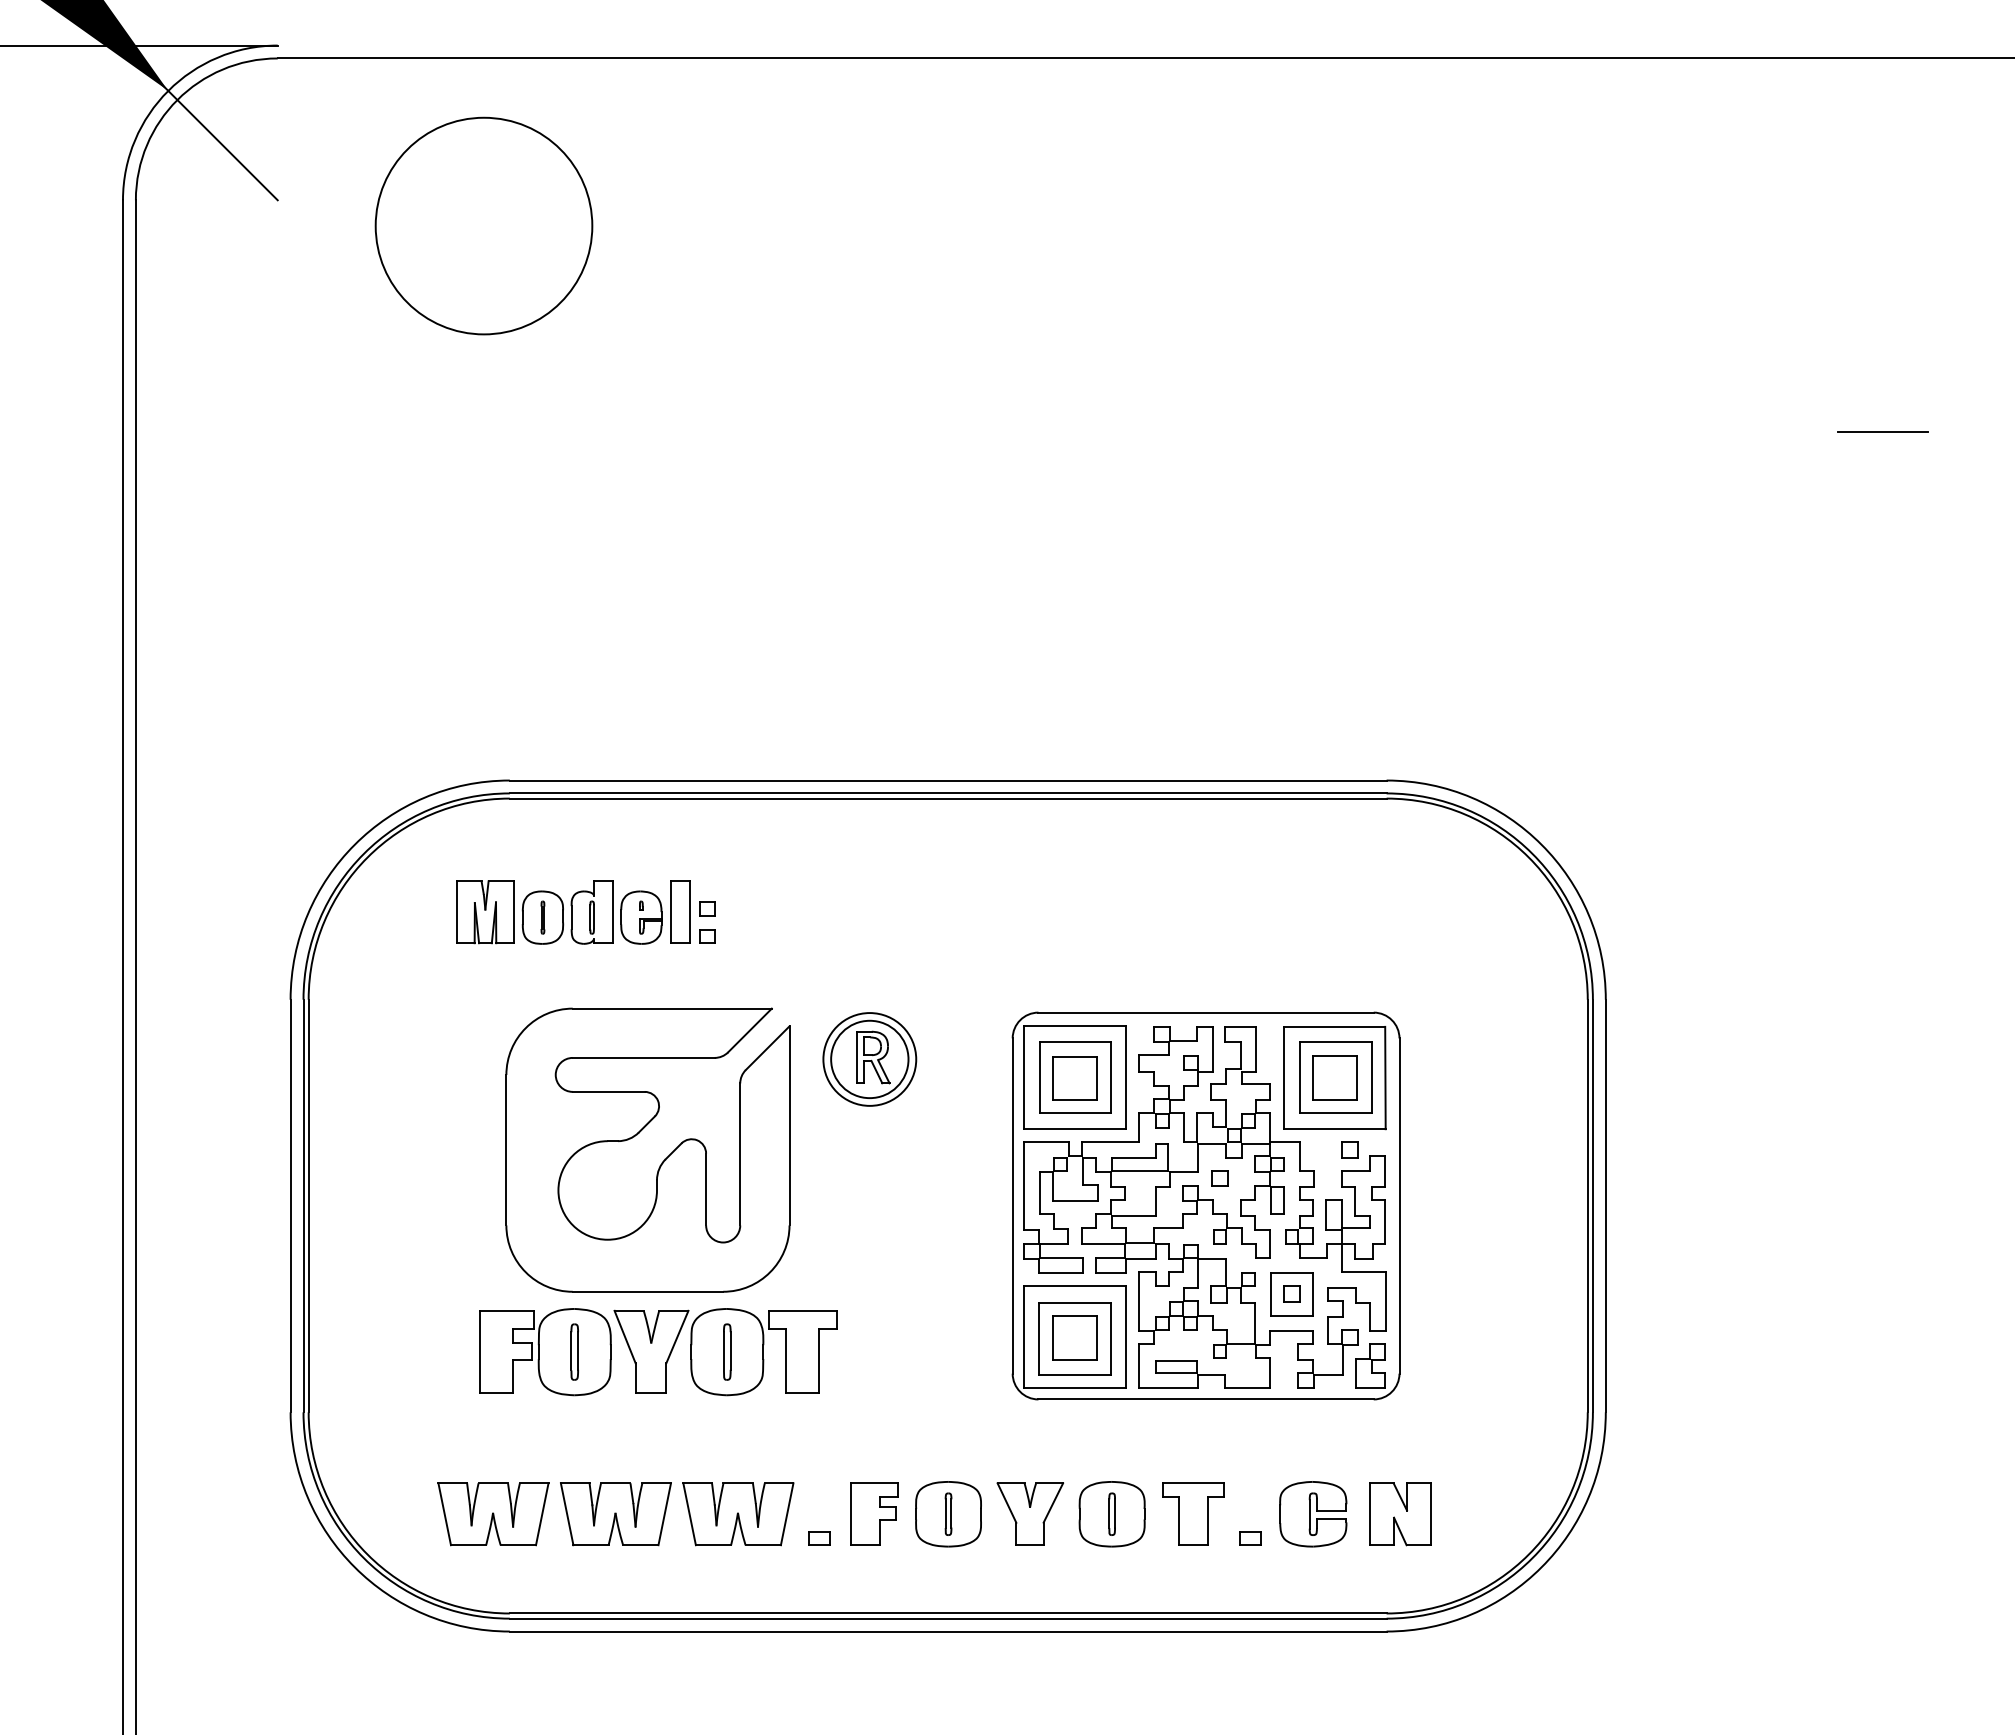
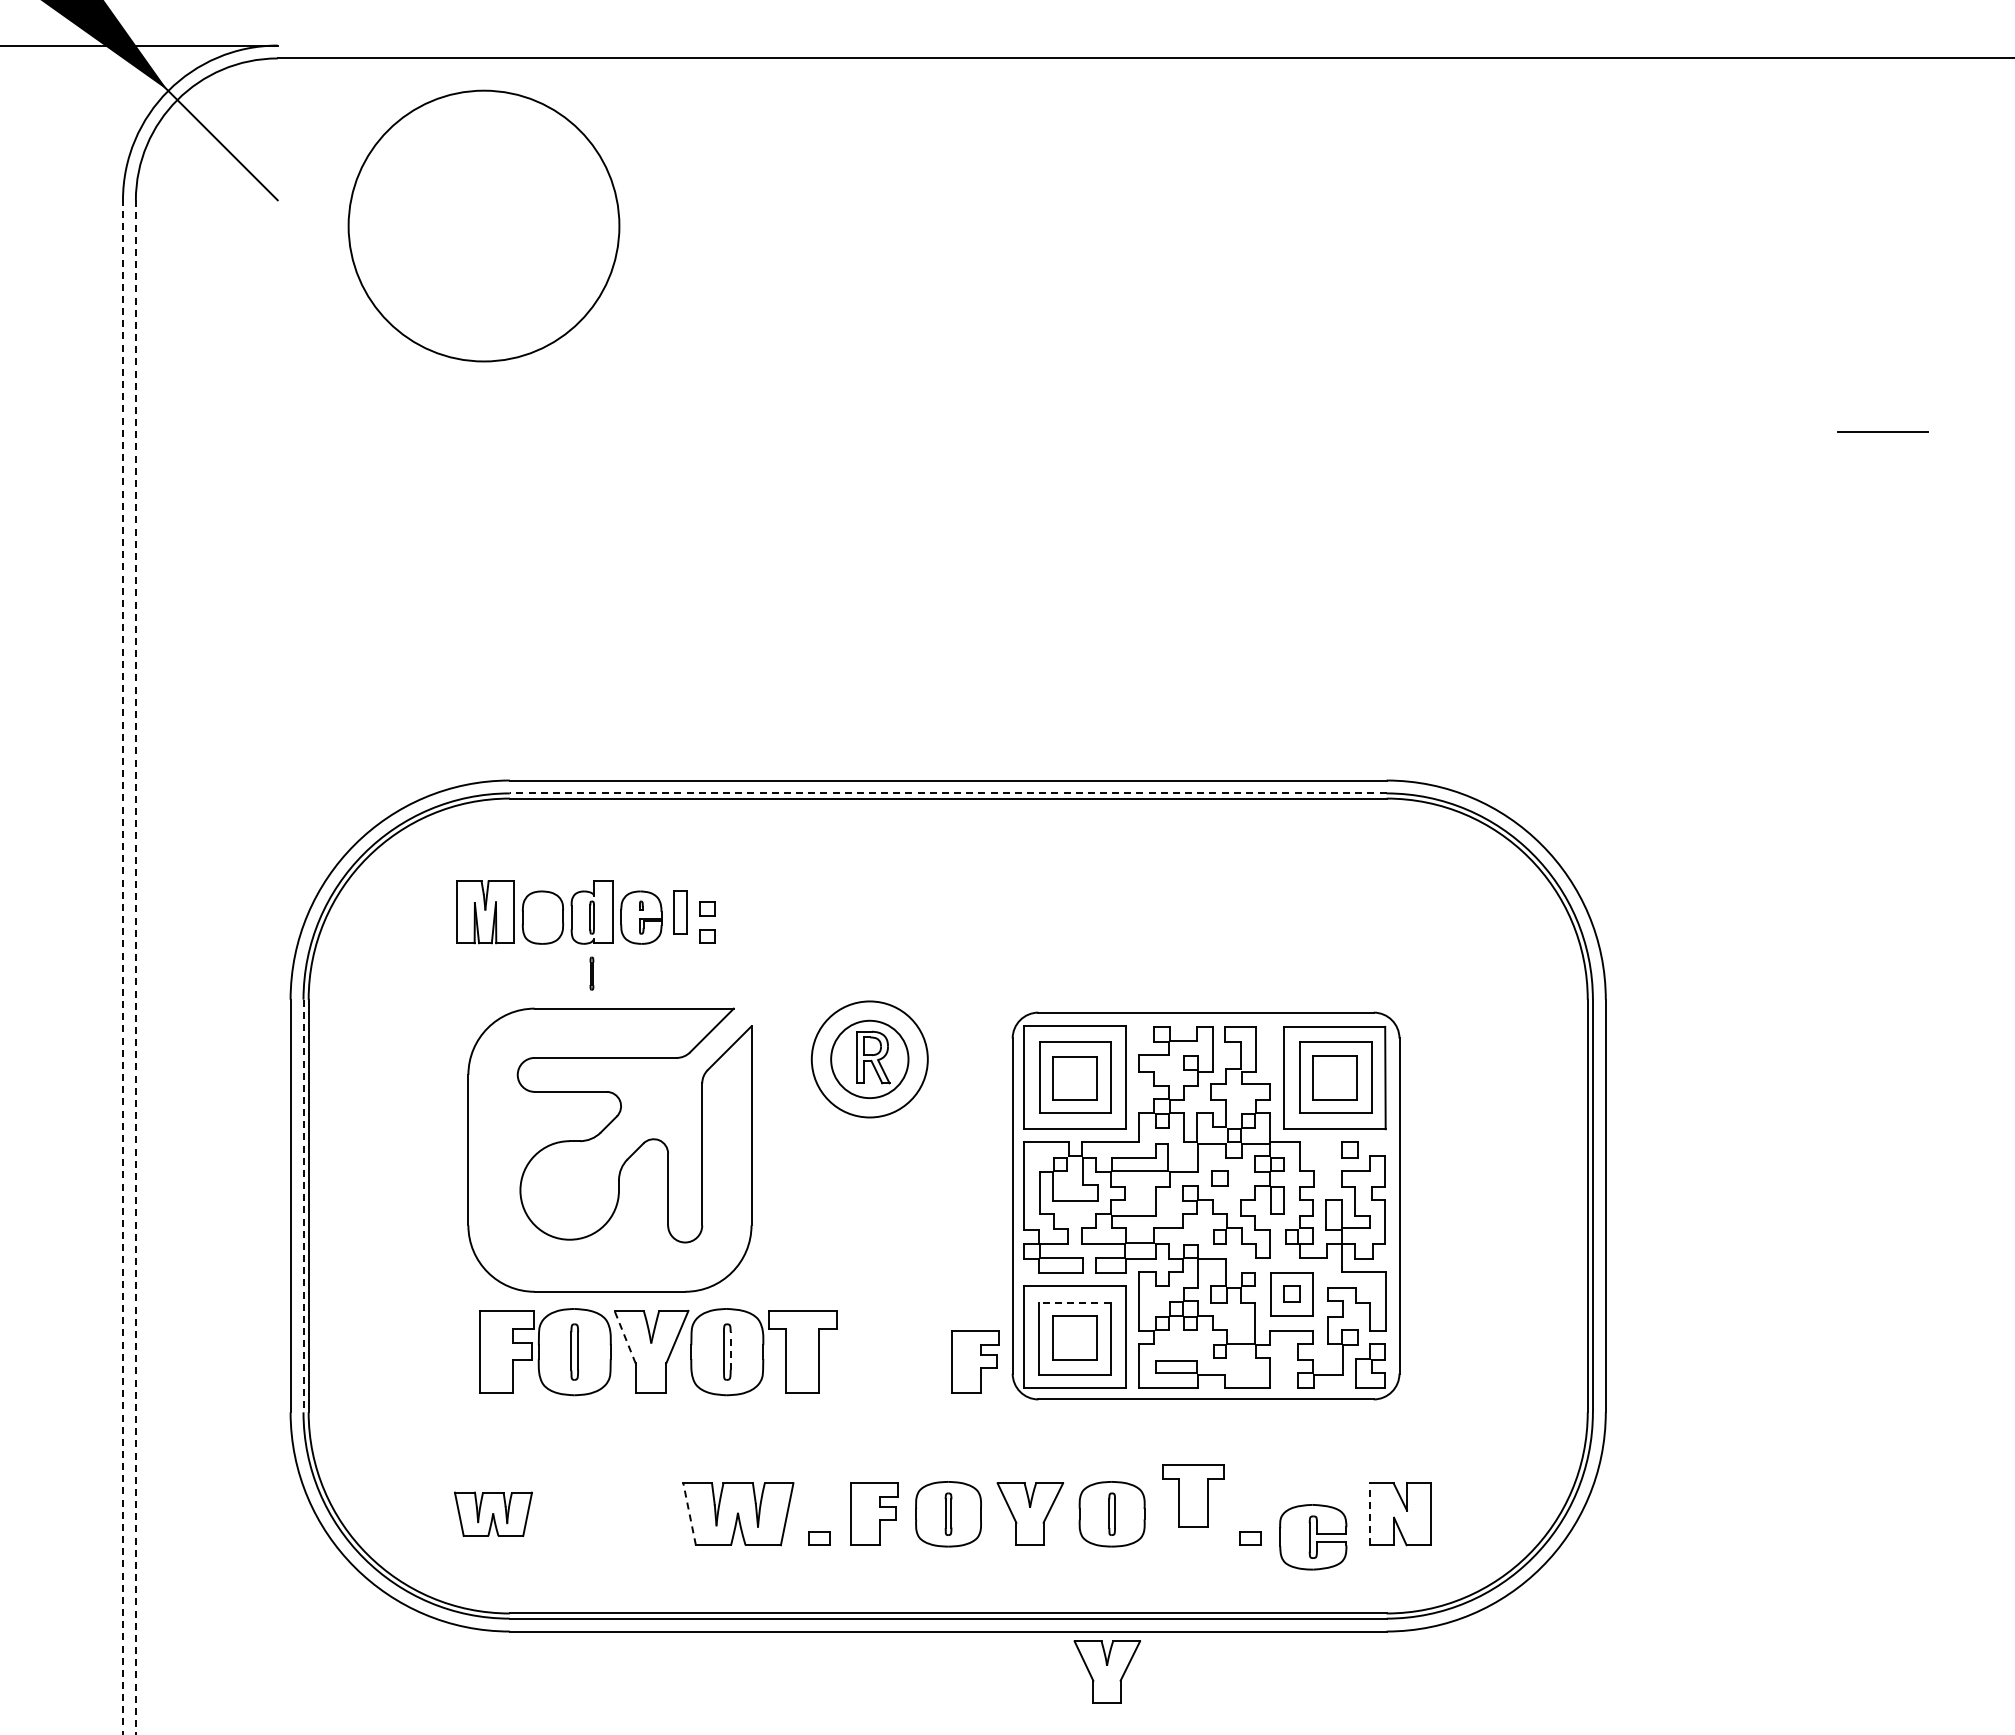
circle at (483, 225) diameter: 217 px -> 271 px
line at (947, 793): solid -> dashed
part at (680, 911) size: 21x64 px -> 15x45 px
part at (542, 917) position: (542, 917) -> (591, 973)
line at (122, 967): solid -> dashed
line at (135, 968): solid -> dashed
circle at (869, 1059) diameter: 93 px -> 116 px
part at (637, 1135) position: (637, 1135) -> (599, 1135)
line at (303, 1206): solid -> dashed
line at (1074, 1302): solid -> dashed
line at (624, 1336): solid -> dashed
line at (730, 1351): solid -> dashed
part at (975, 1361): none -> present
part at (1193, 1513) position: (1193, 1513) -> (1193, 1495)
part at (493, 1514) size: 113x65 px -> 79x46 px
part at (615, 1514): present -> none
line at (689, 1514): solid -> dashed
part at (1313, 1514) position: (1313, 1514) -> (1313, 1537)
line at (1369, 1514): solid -> dashed
part at (1107, 1671): none -> present
